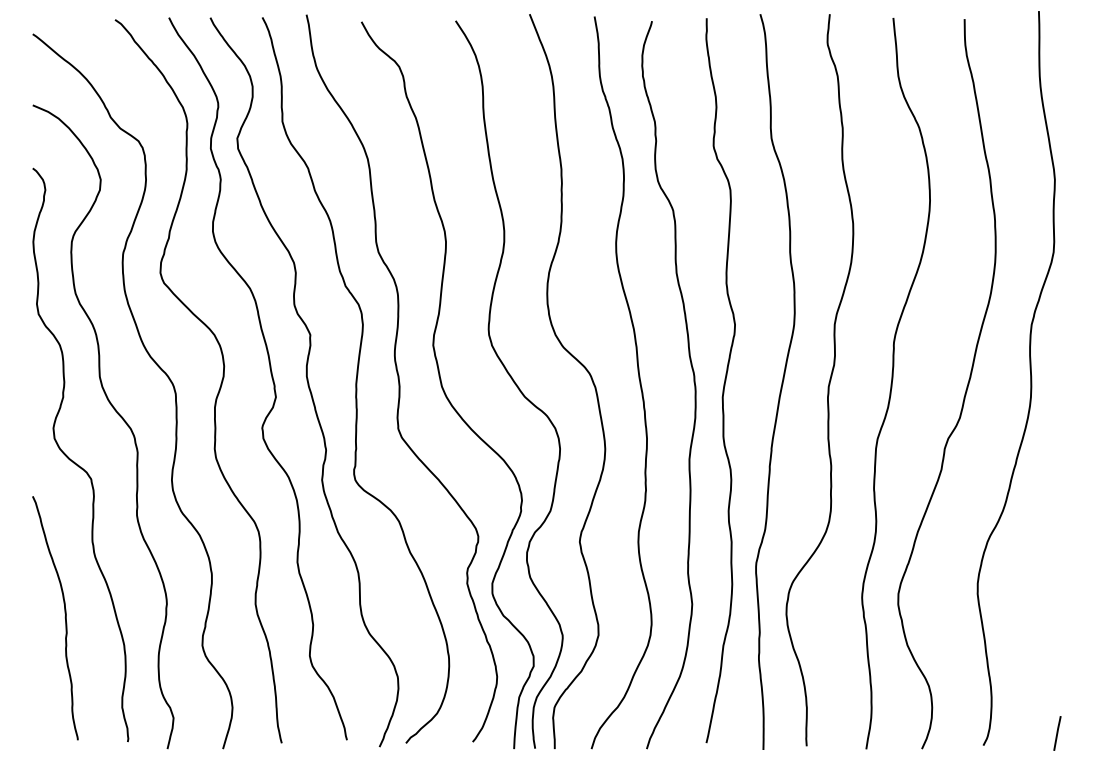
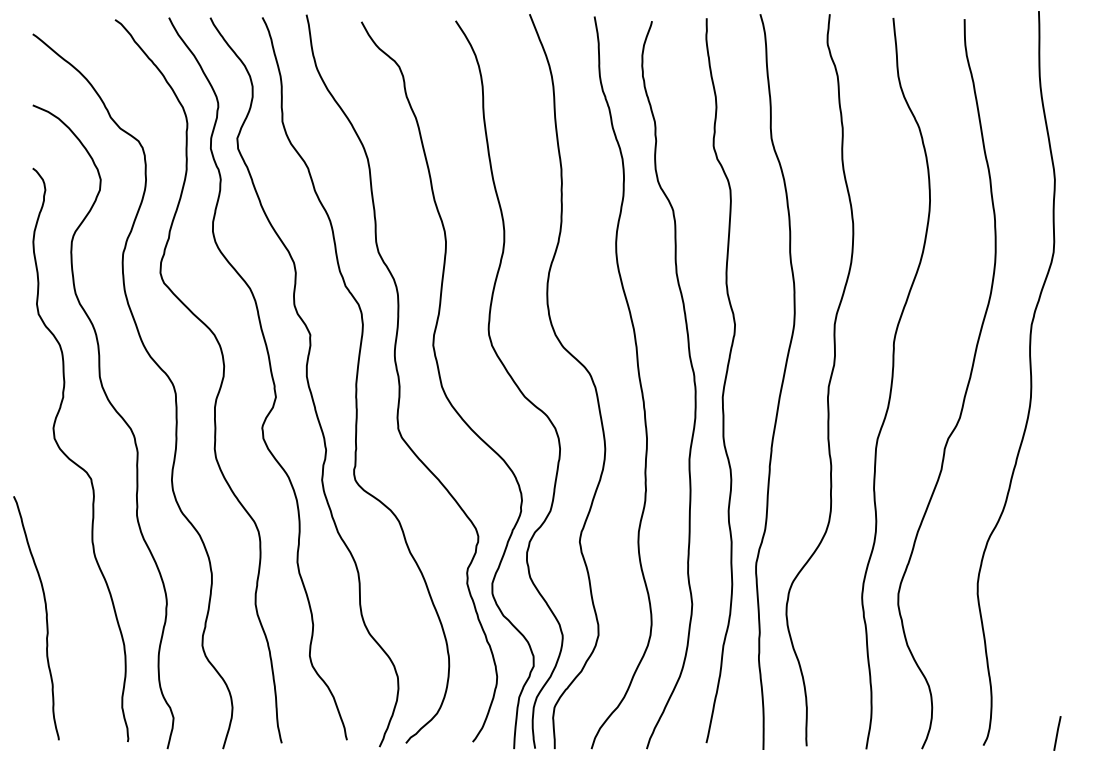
curve at (64, 617) position: (64, 617) -> (45, 617)
